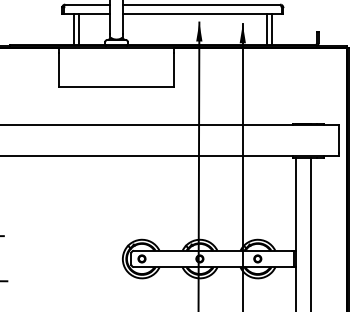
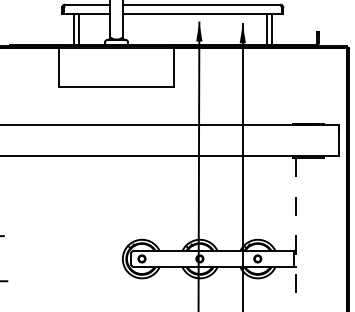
line at (310, 233): present -> none
line at (296, 234): solid -> dashed
